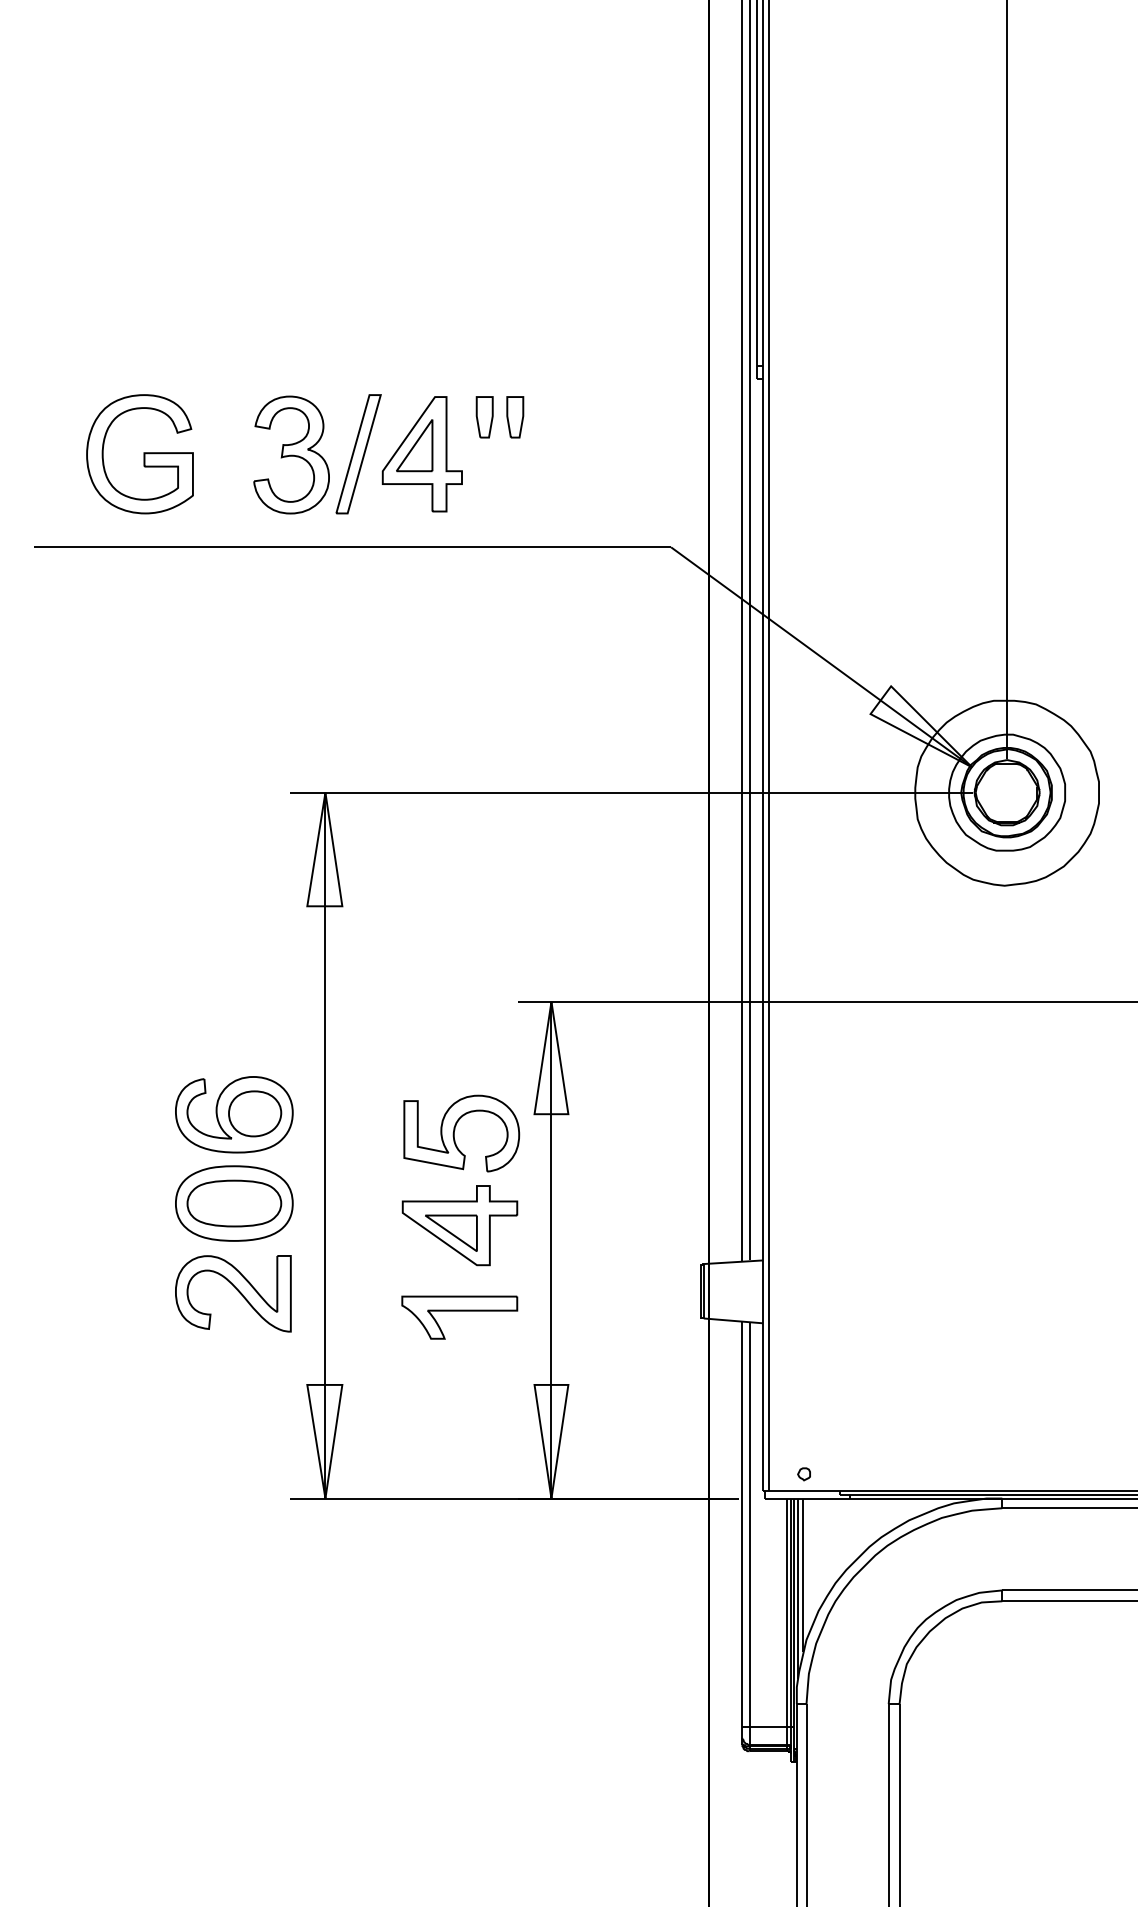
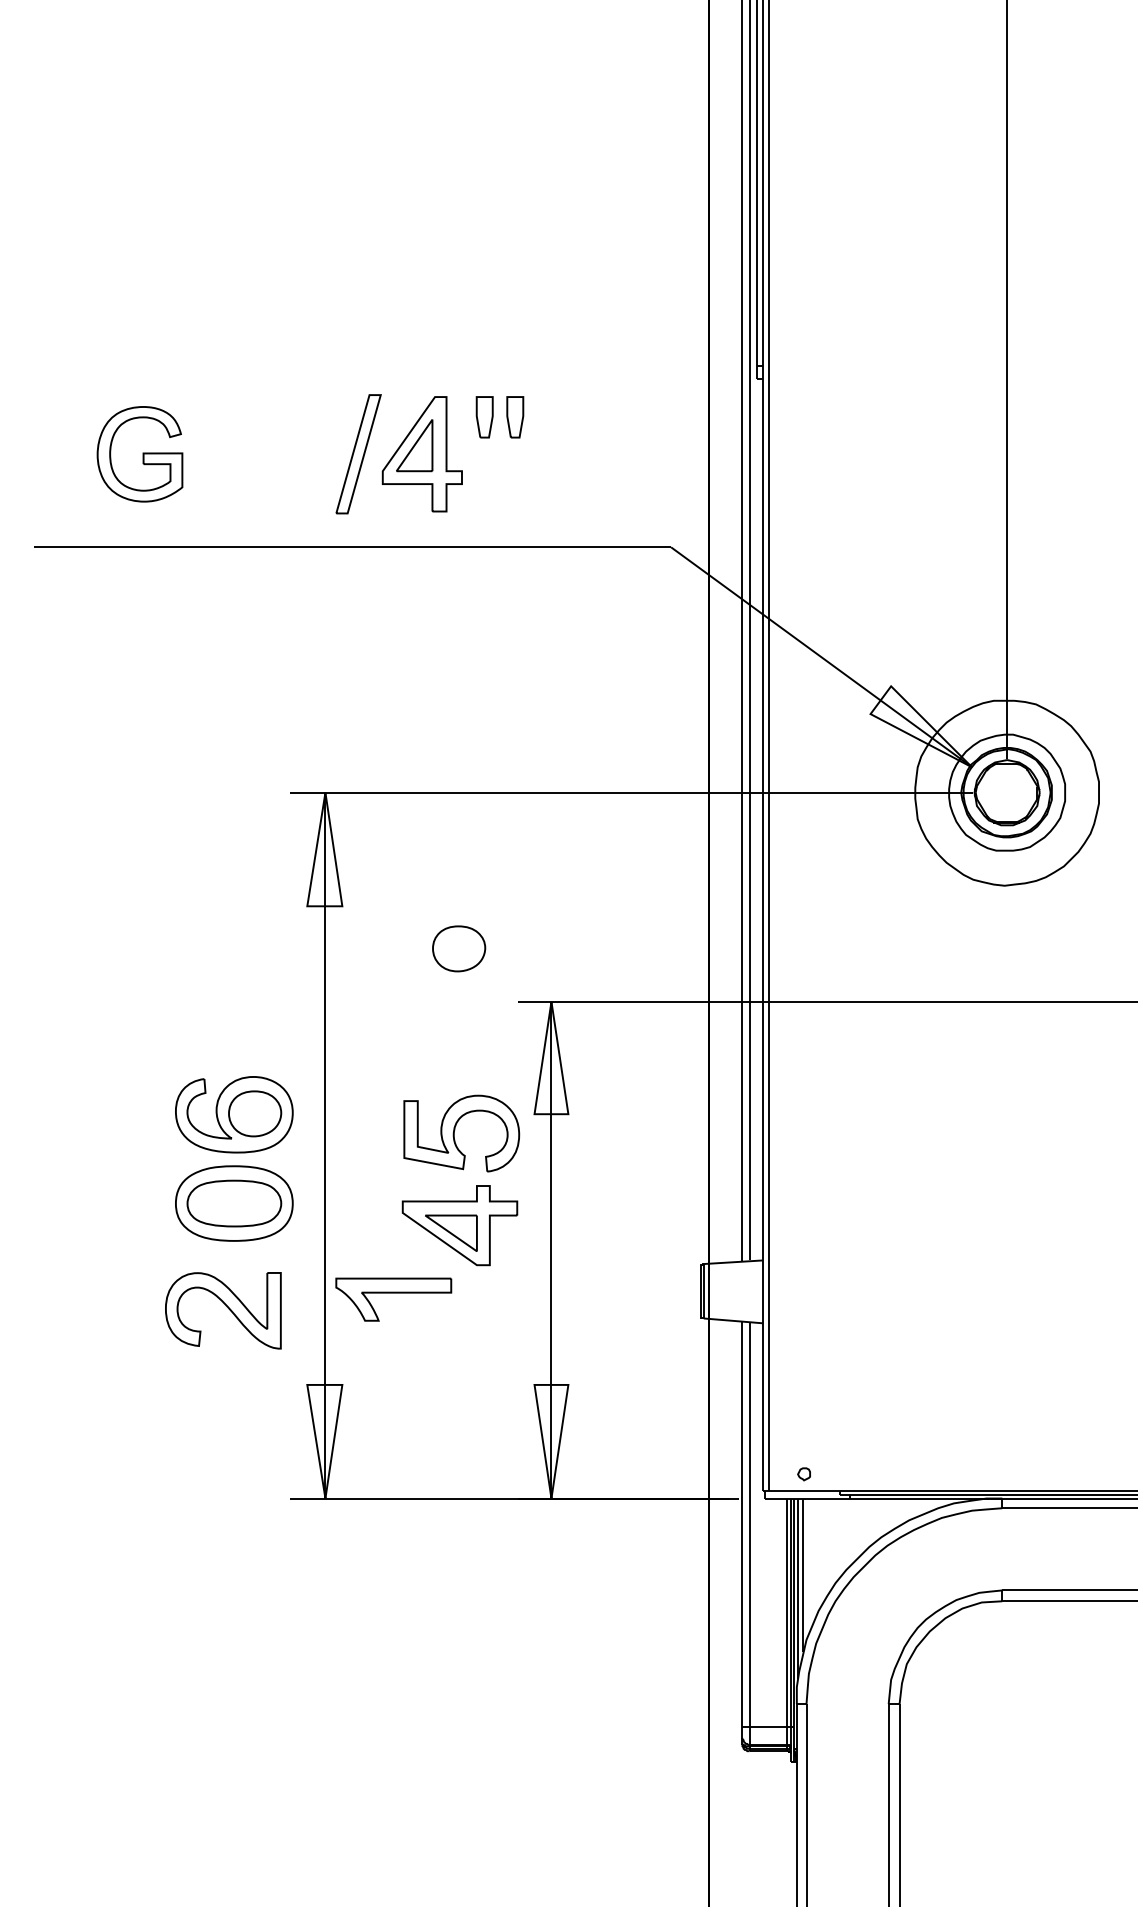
part at (139, 454) size: 108x121 px -> 88x97 px
part at (291, 454): present -> none
part at (459, 948): none -> present
part at (233, 1293) position: (233, 1293) -> (223, 1310)
part at (459, 1317) position: (459, 1317) -> (393, 1299)
